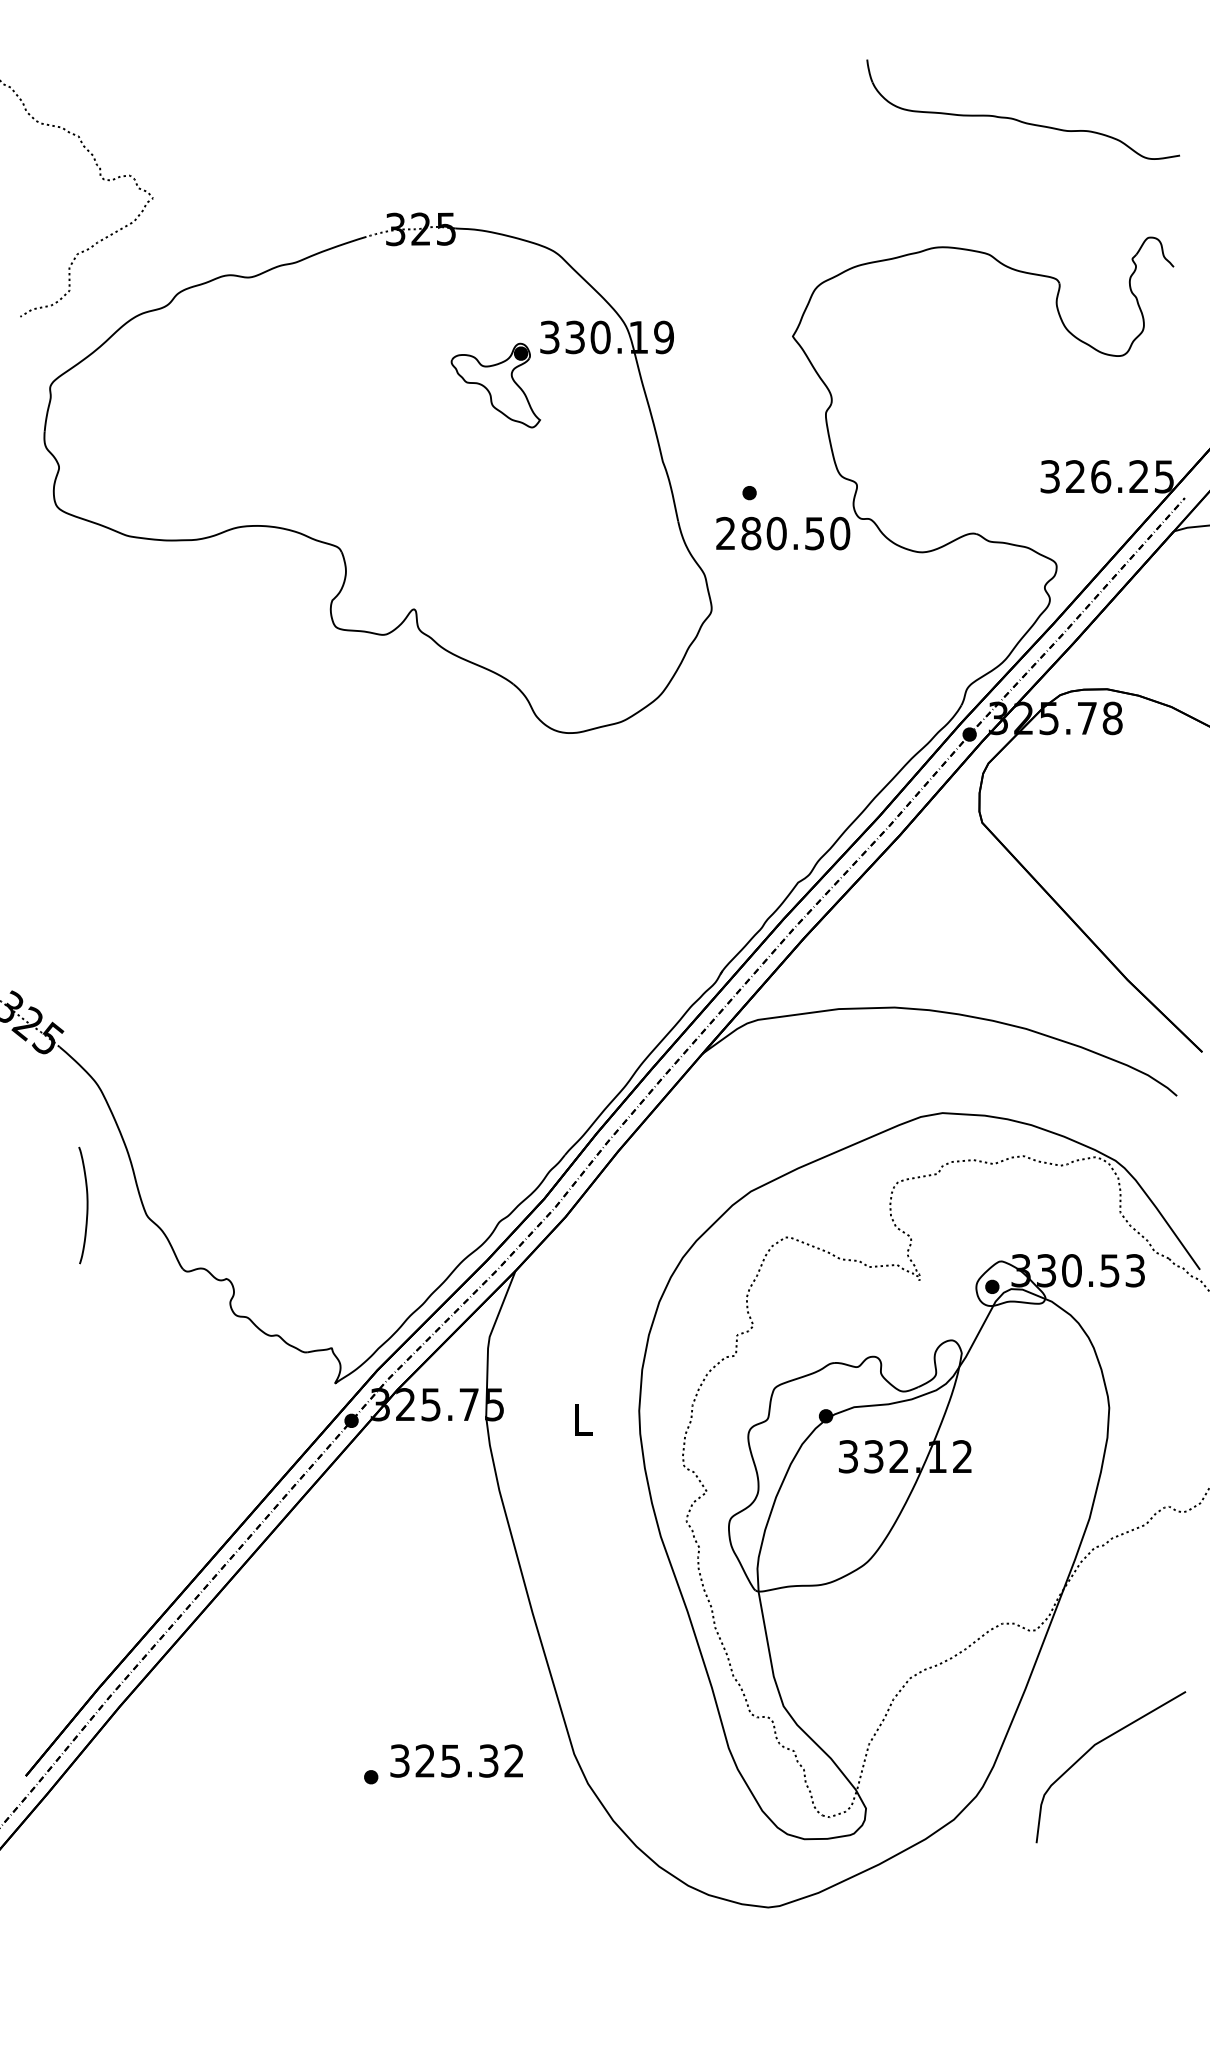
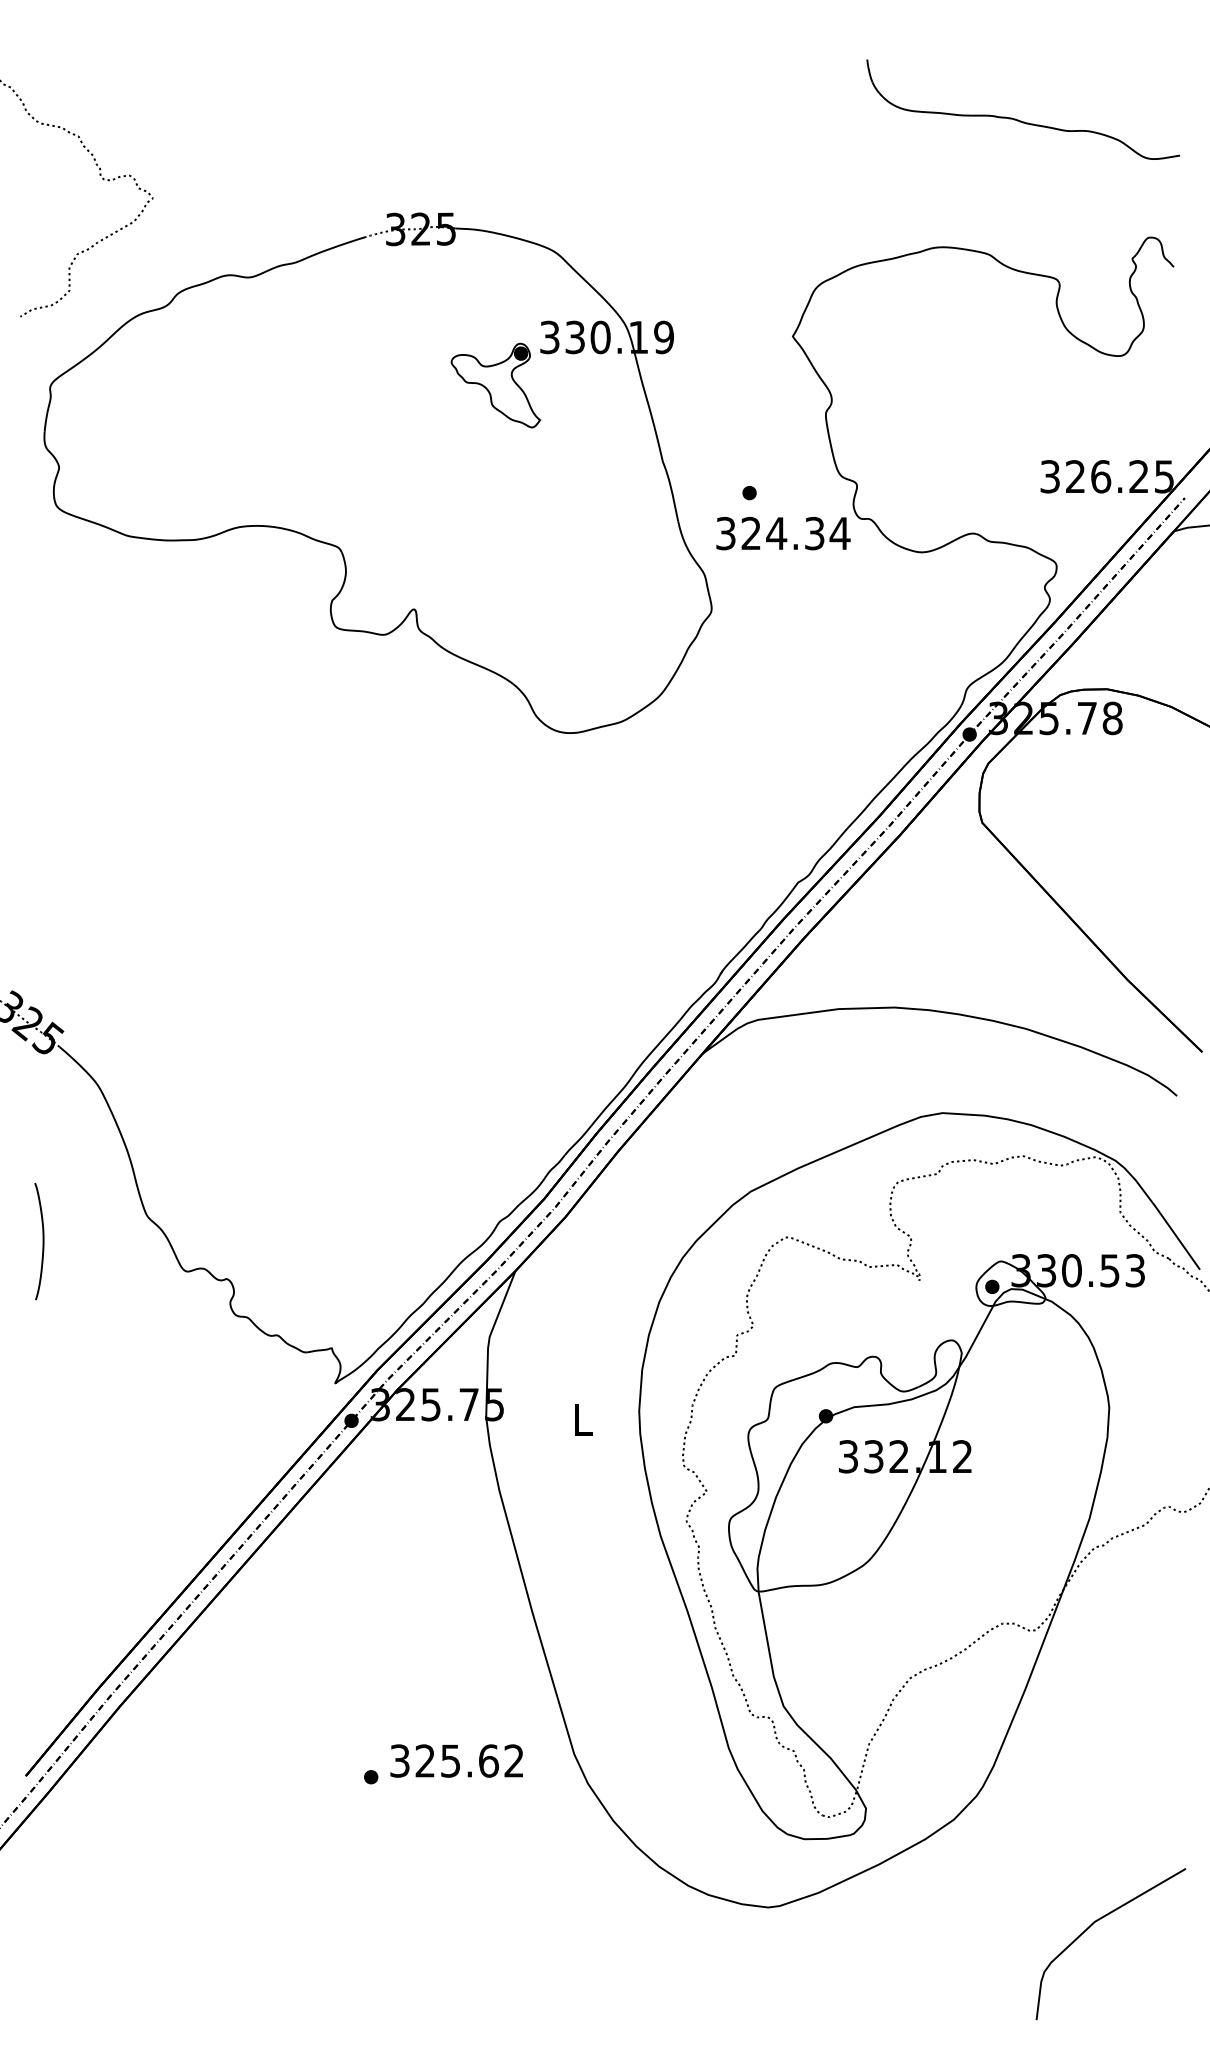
text at (783, 533): 280.50 -> 324.34
curve at (86, 1205) position: (86, 1205) -> (42, 1241)
curve at (1092, 1748) position: (1092, 1748) -> (1092, 1925)
text at (489, 1760): 325.32 -> 325.62
